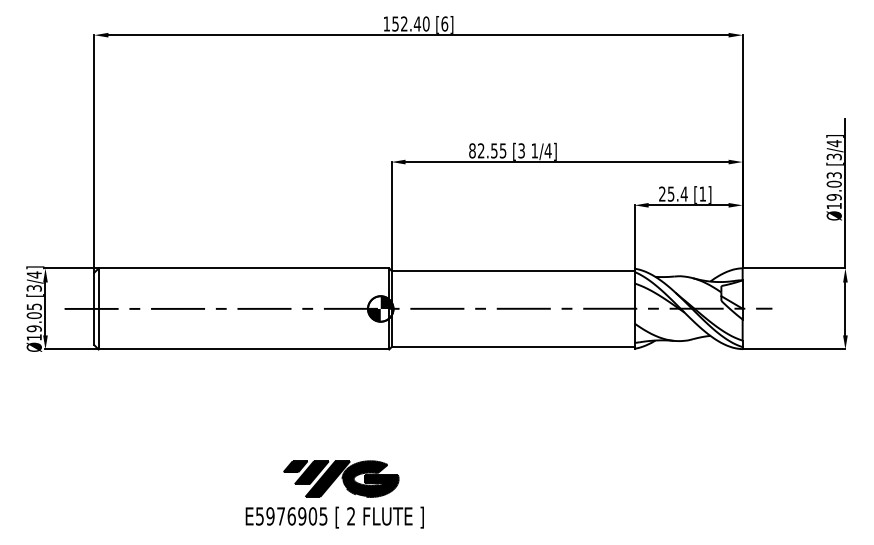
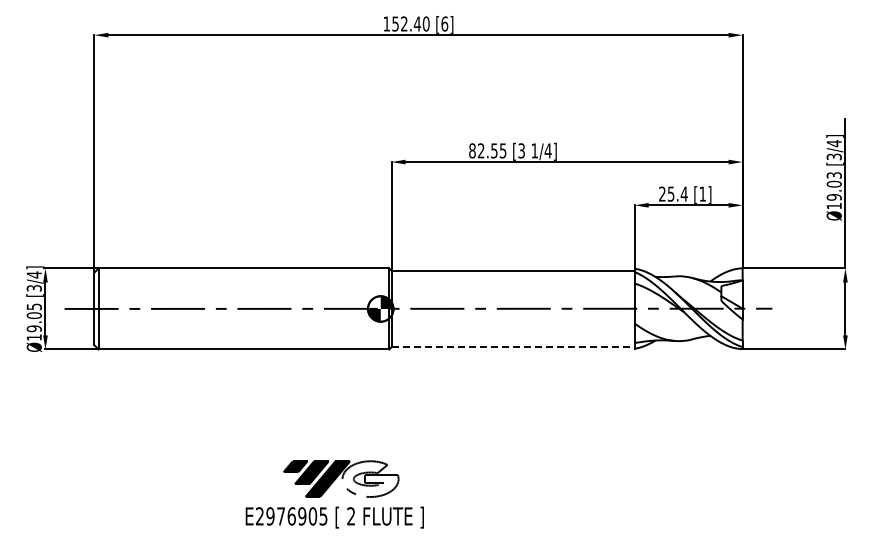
line at (513, 347): solid -> dashed
fill at (370, 478): present -> none
text at (259, 516): E5976905 -> E2976905
